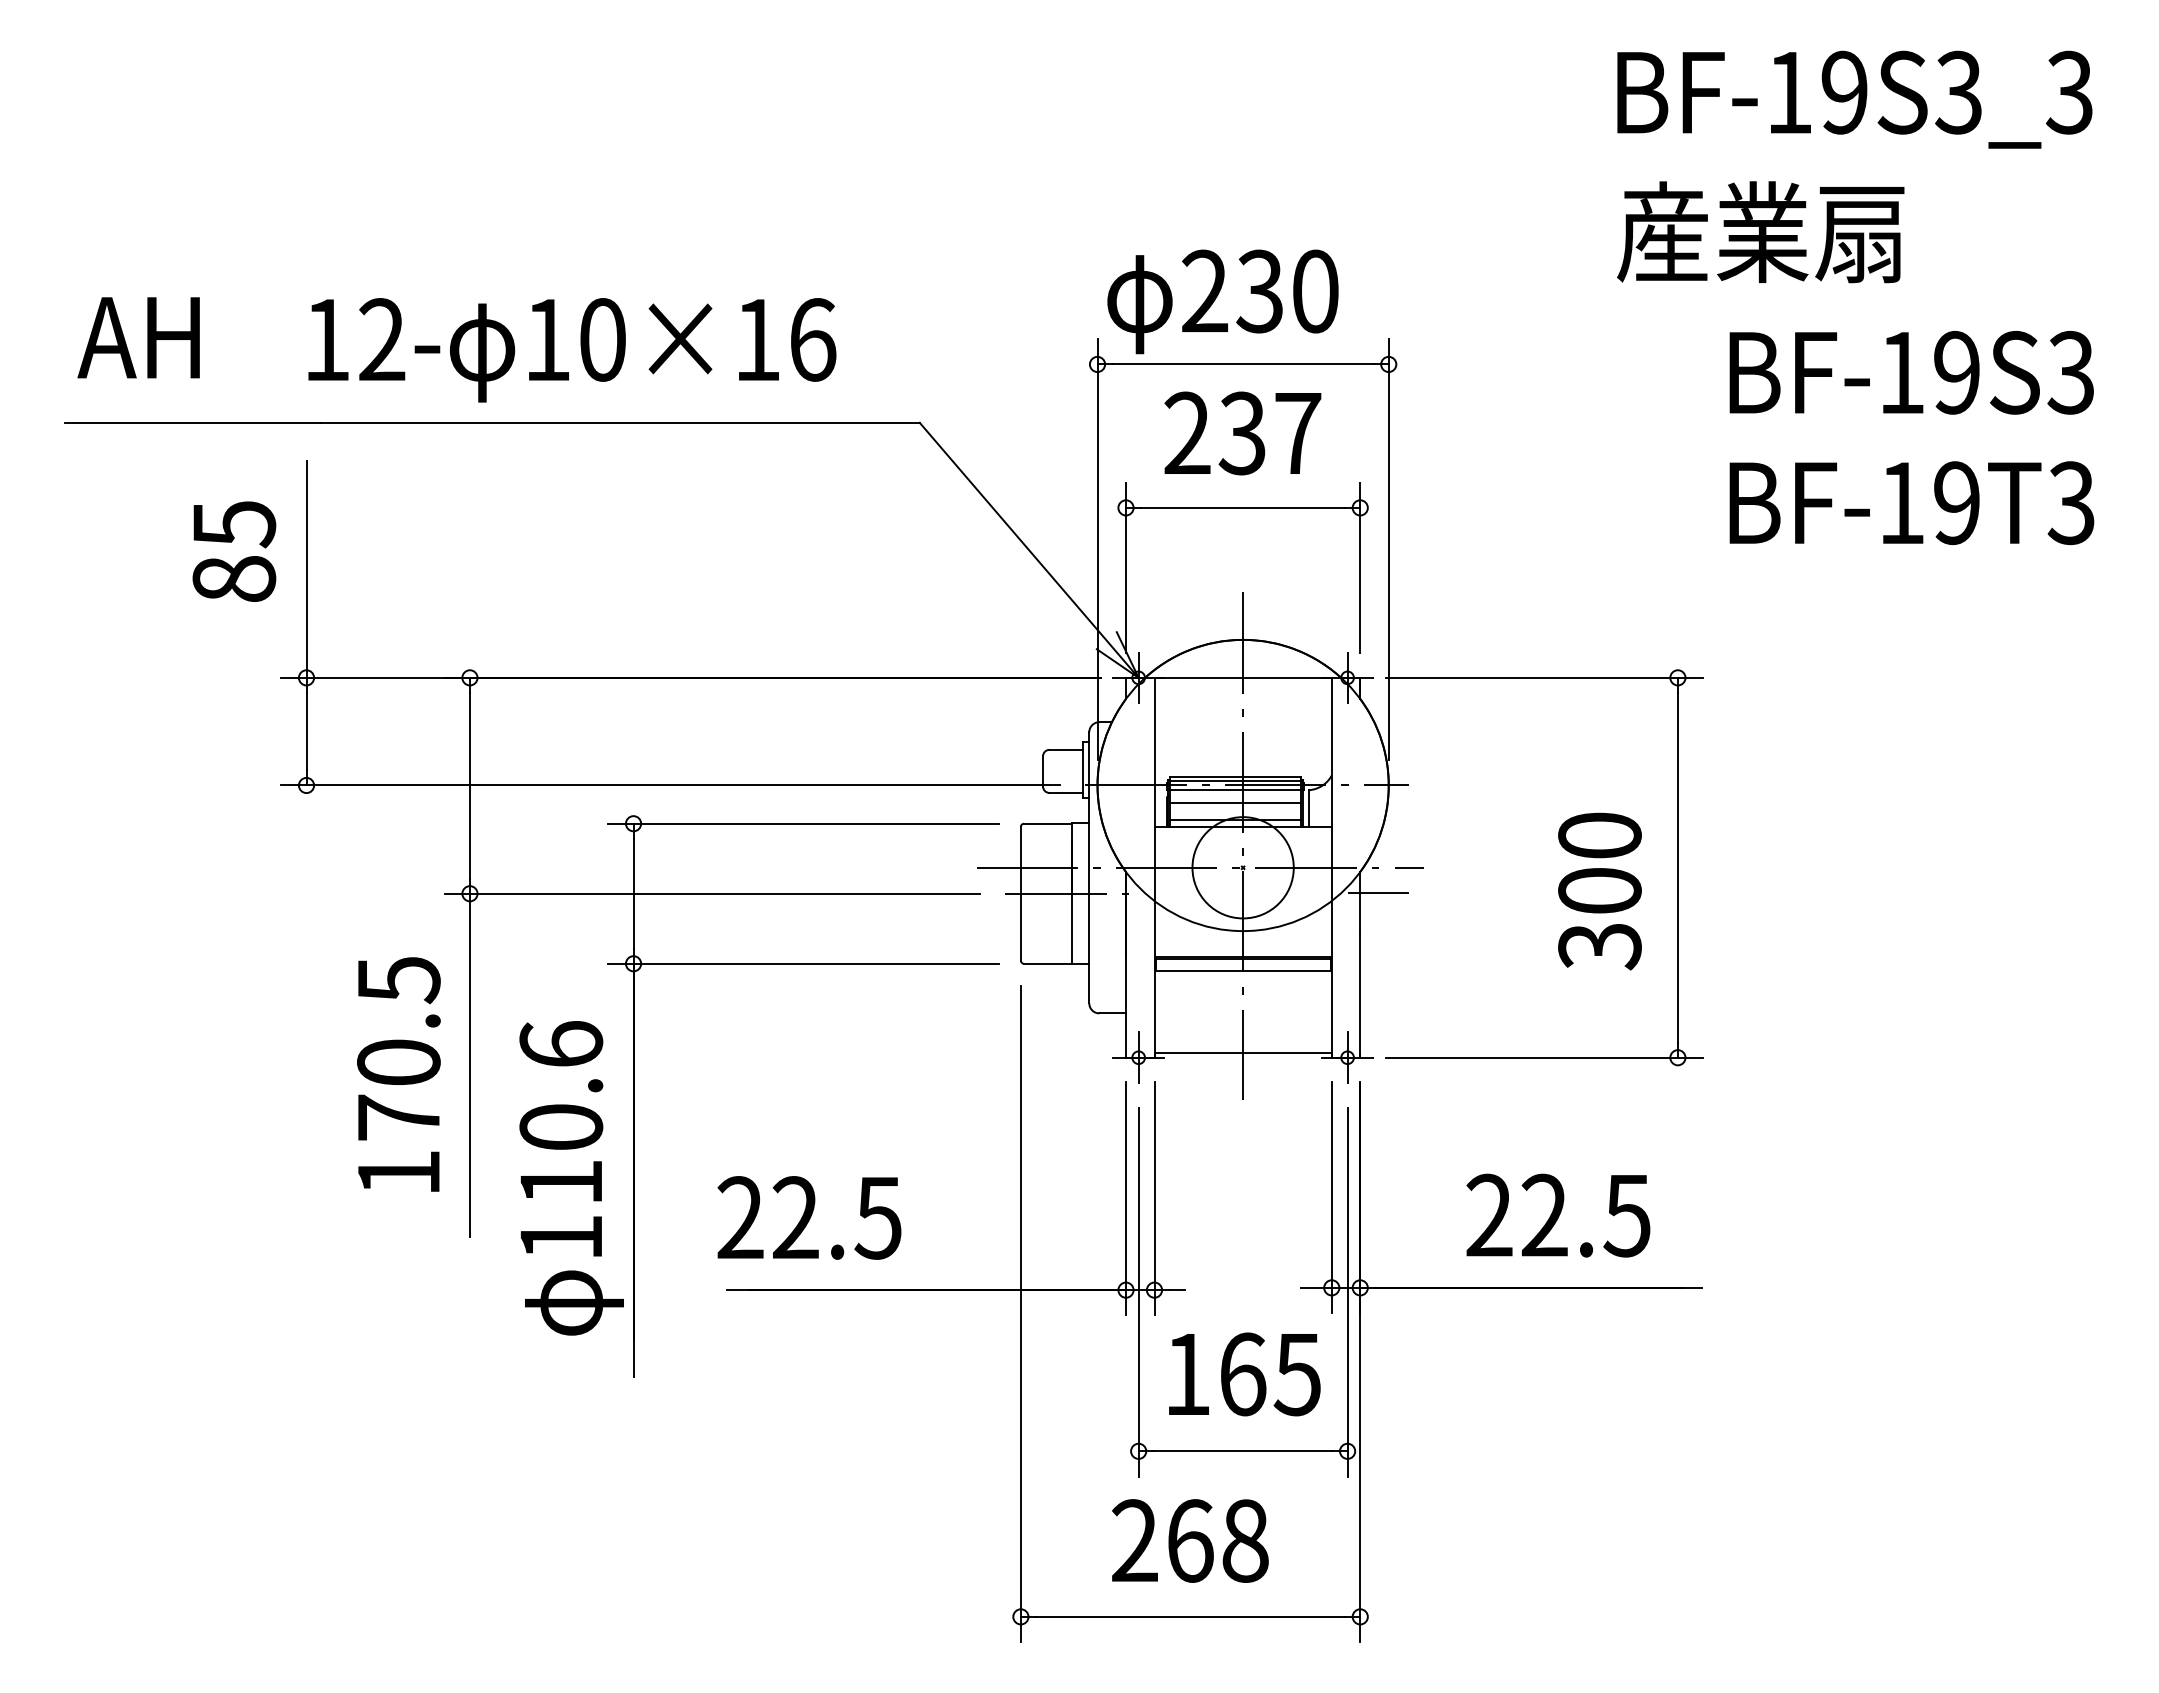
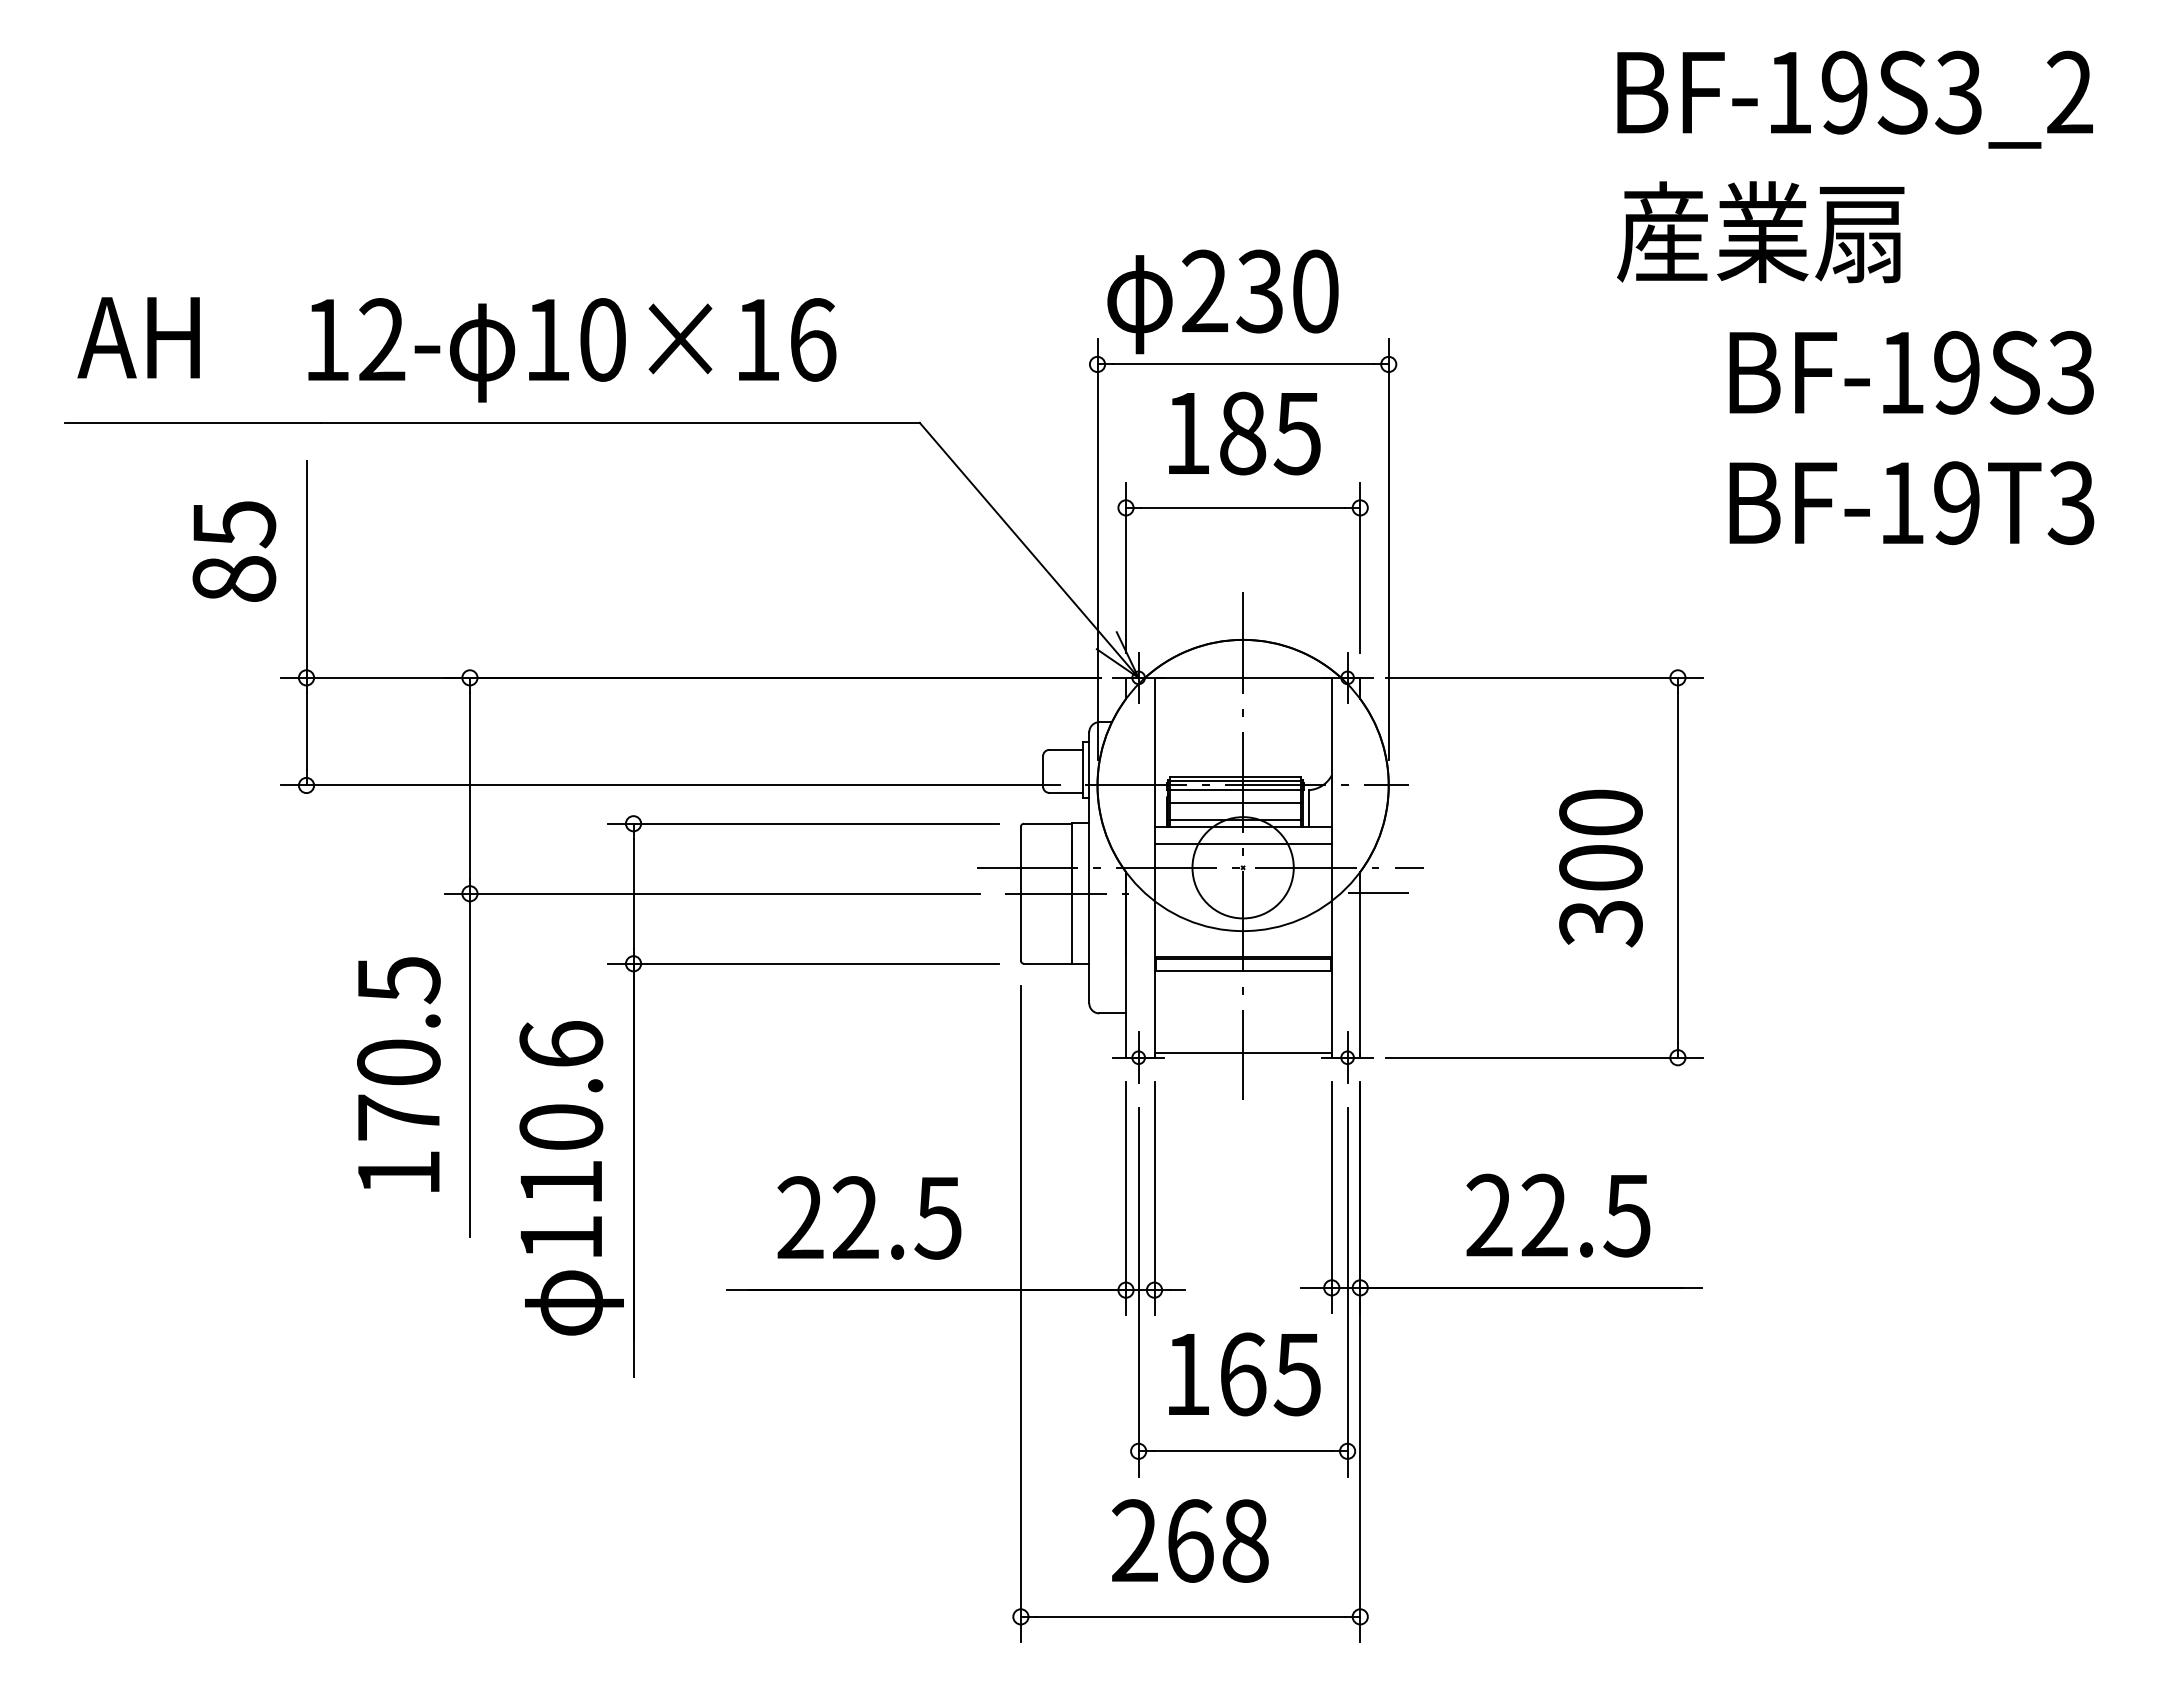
text at (2068, 92): BF-19S3_3 -> BF-19S3_2
text at (1242, 433): 237 -> 185
line at (1242, 844): none -> present
text at (1599, 891) position: (1599, 891) -> (1600, 868)
text at (809, 1217) position: (809, 1217) -> (869, 1217)
